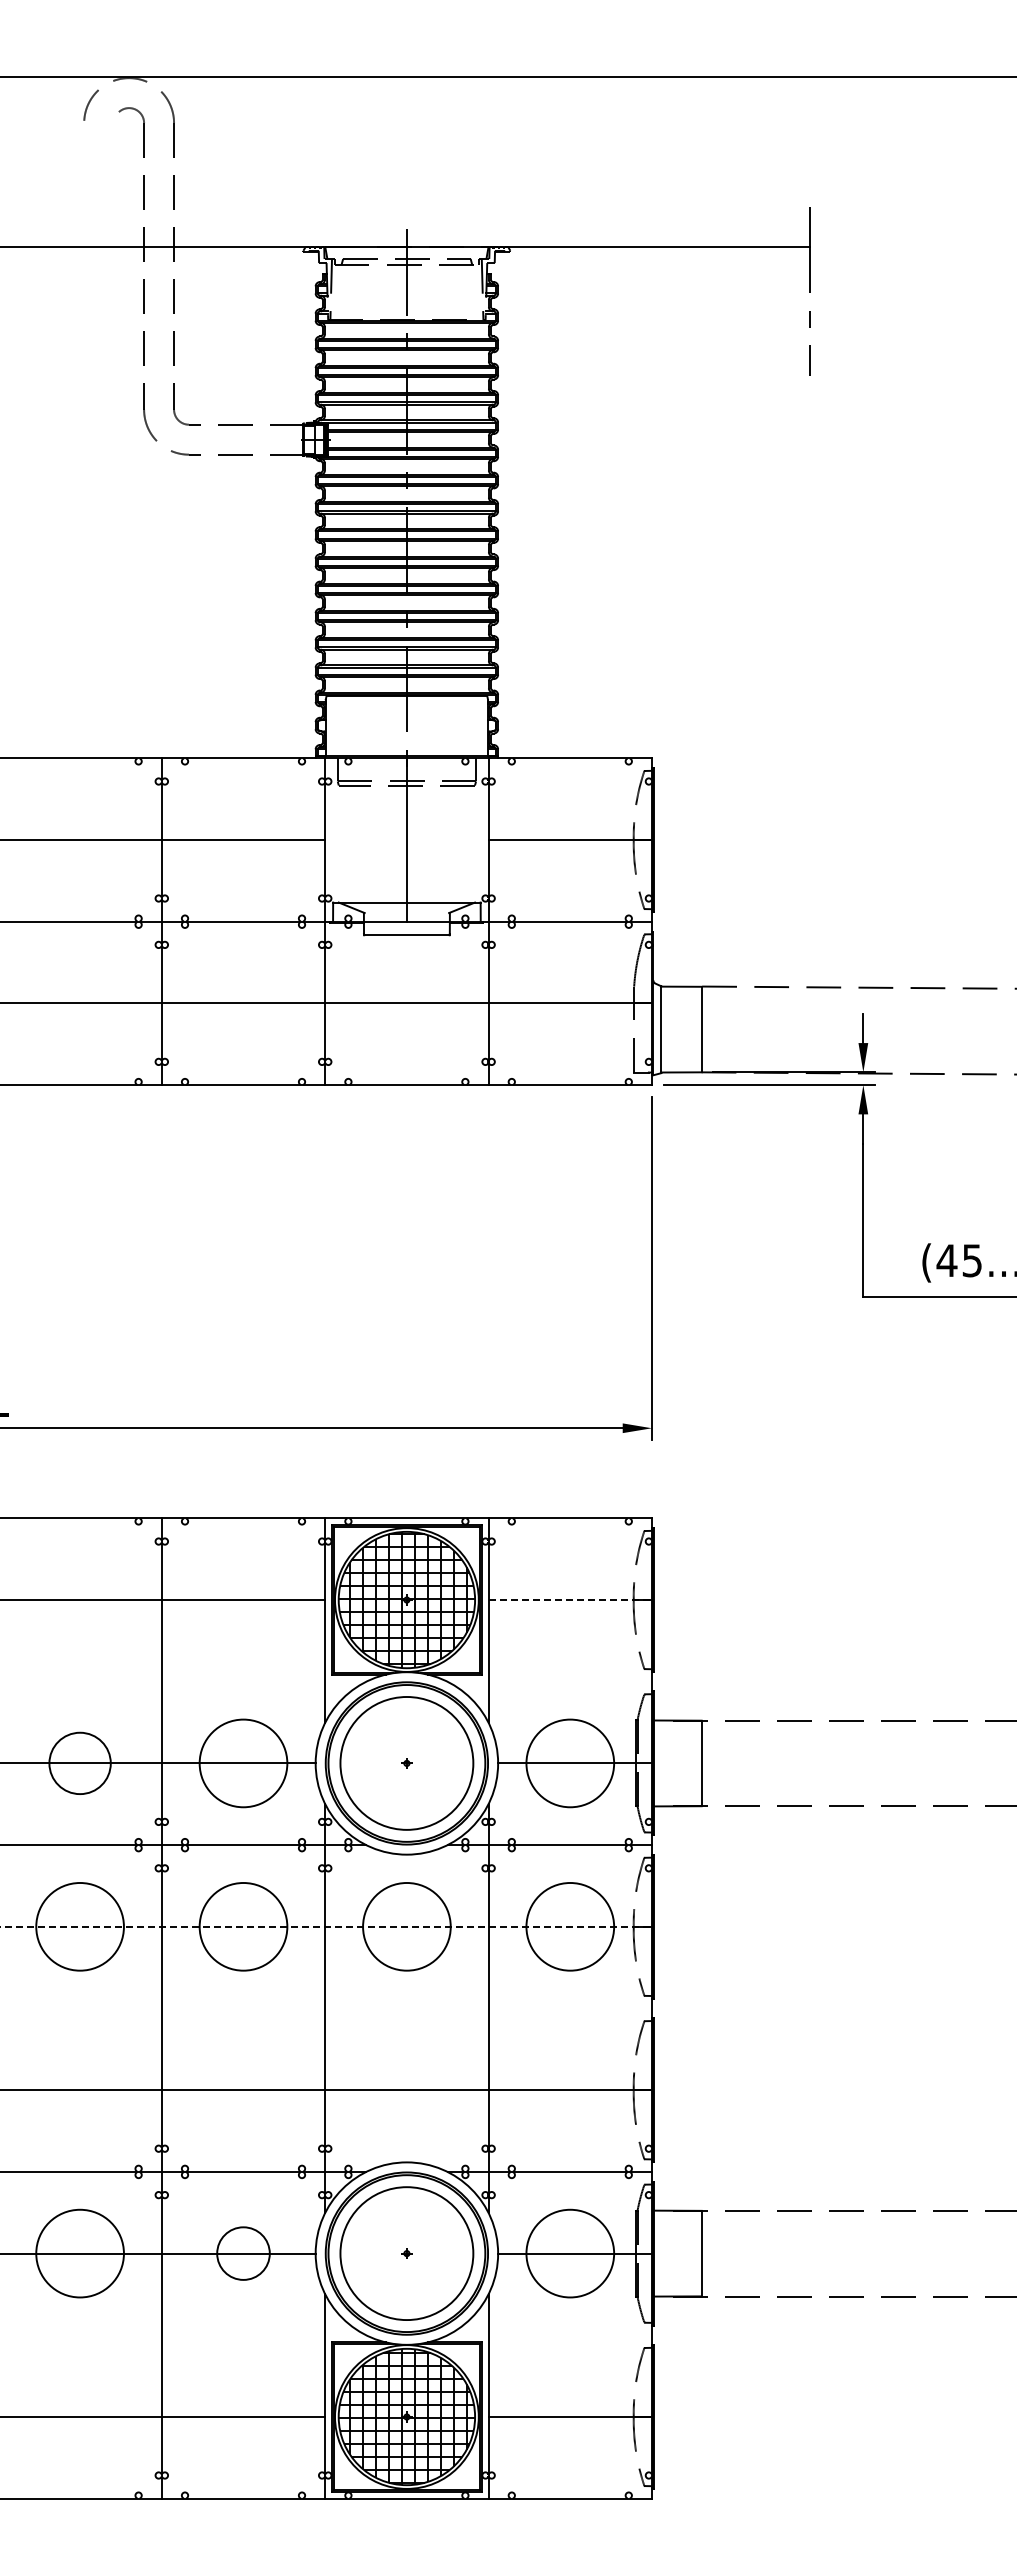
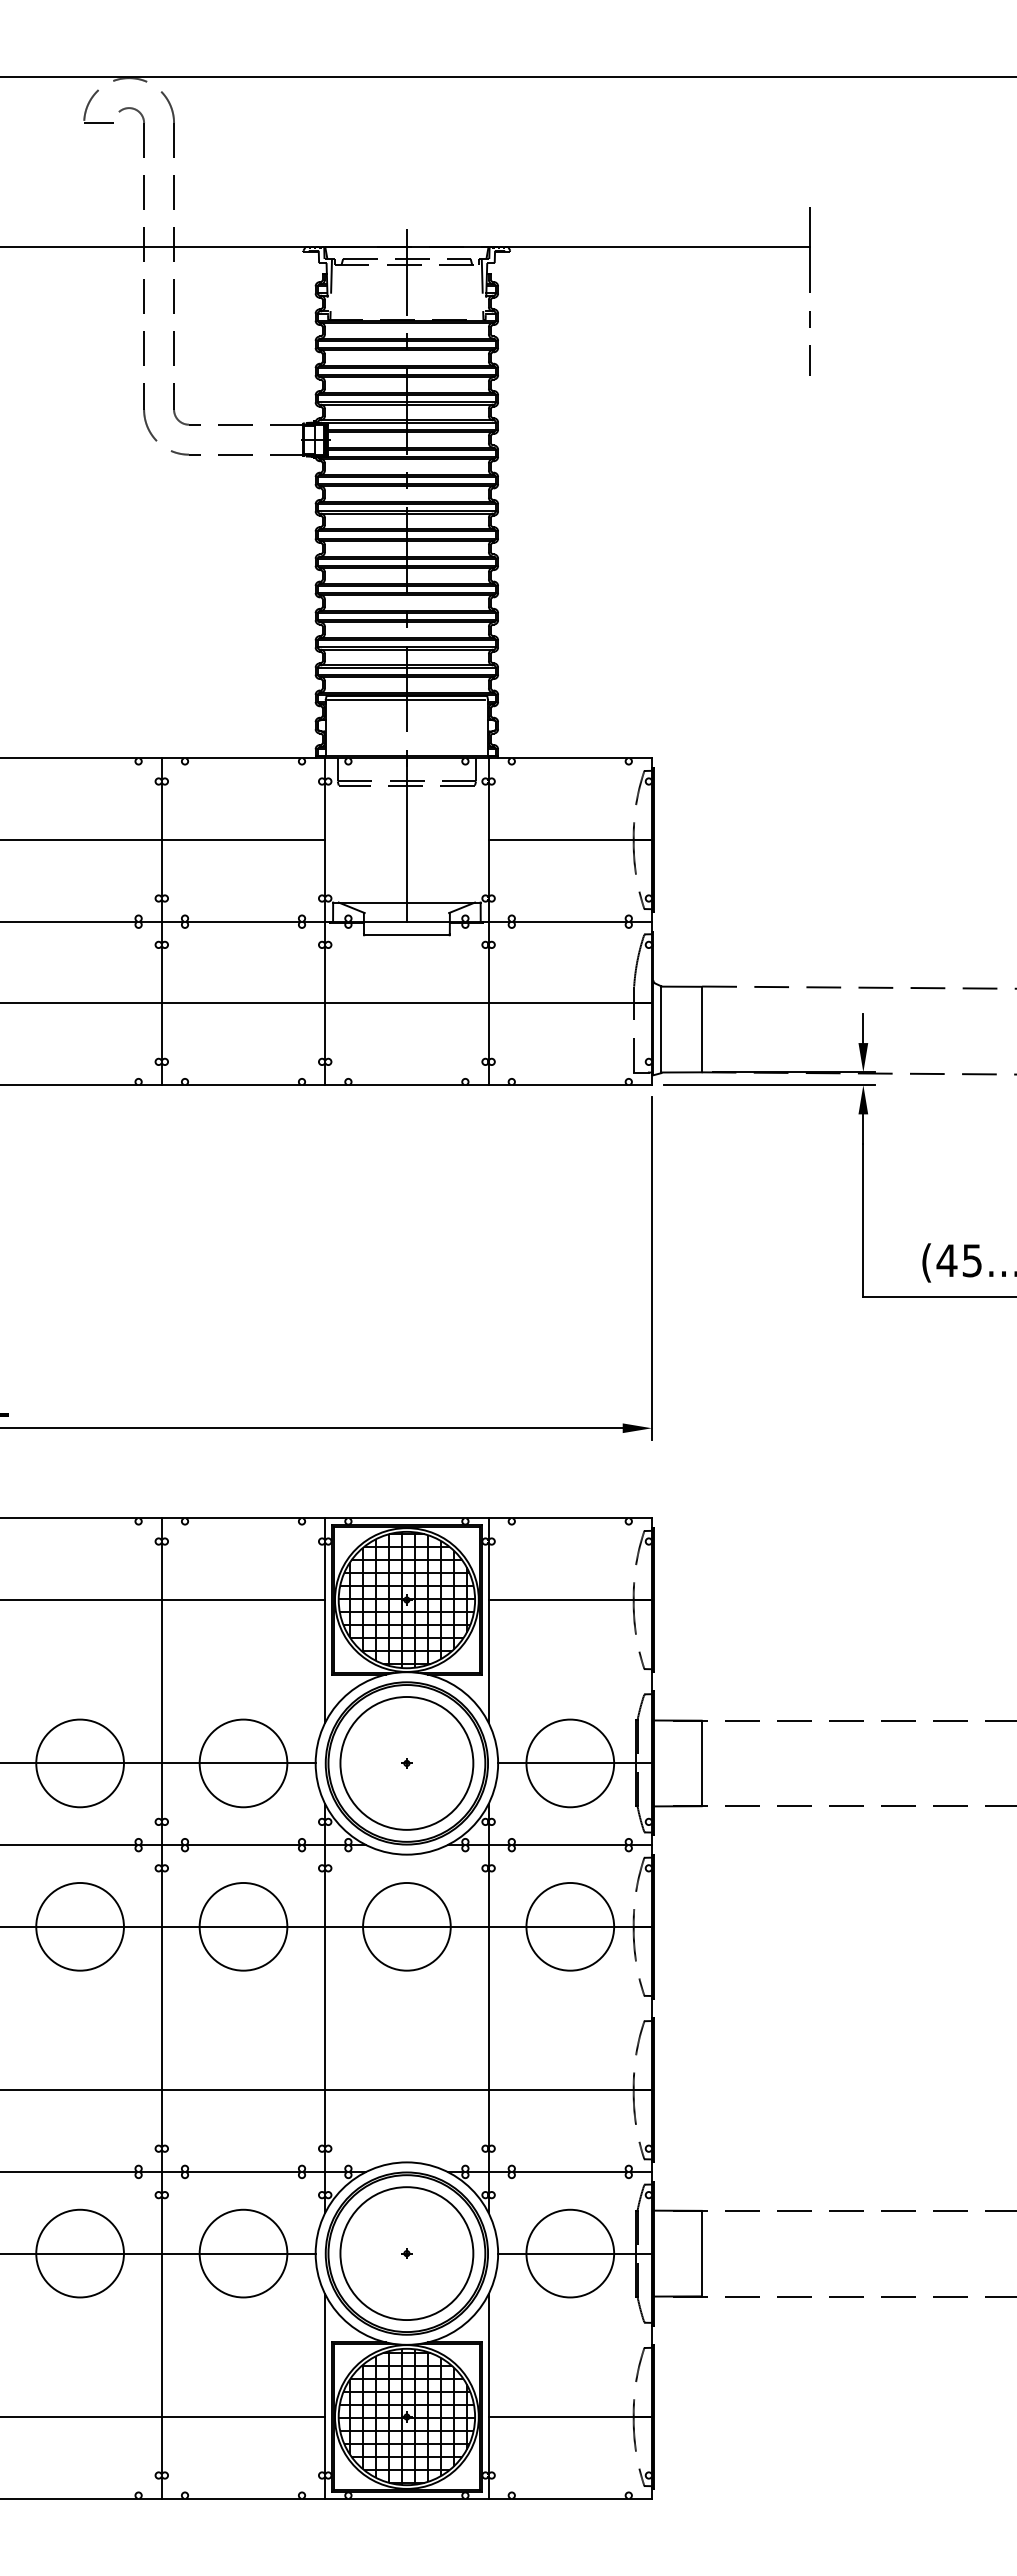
line at (99, 123): none -> present
line at (406, 700): none -> present
line at (570, 1600): dashed -> solid
circle at (79, 1763) diameter: 61 px -> 88 px
line at (326, 1926): dashed -> solid
circle at (243, 2253) diameter: 53 px -> 88 px
